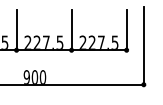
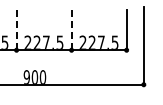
line at (16, 29): solid -> dashed
line at (71, 29): solid -> dashed
